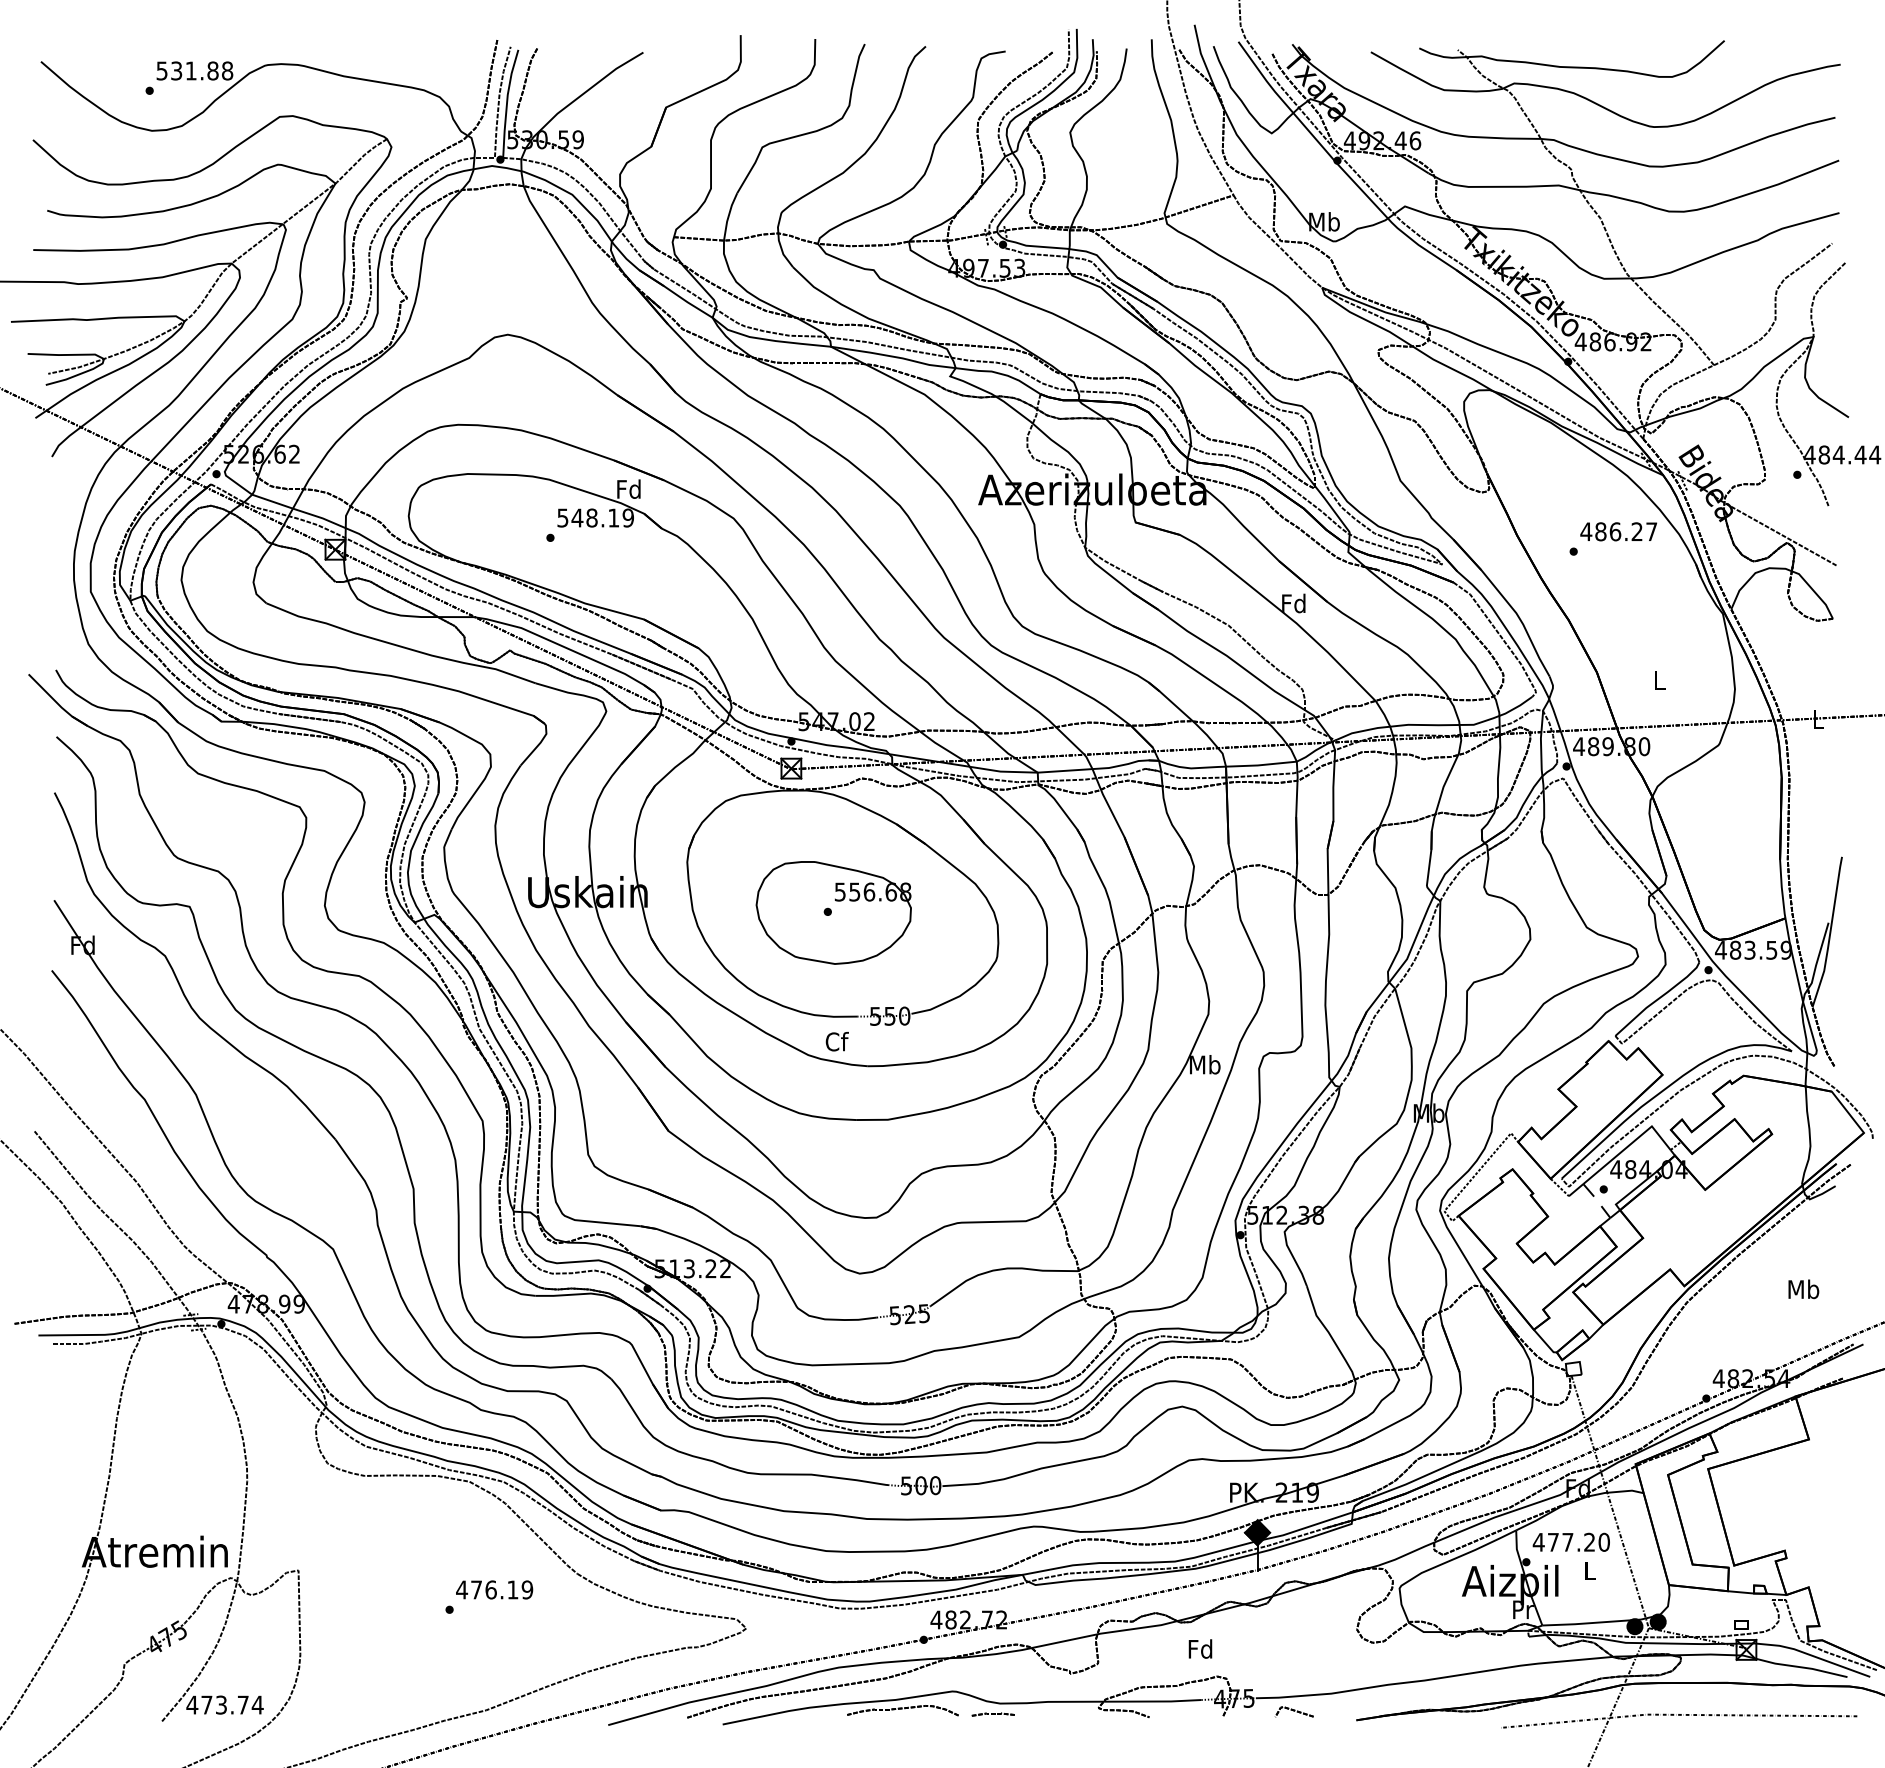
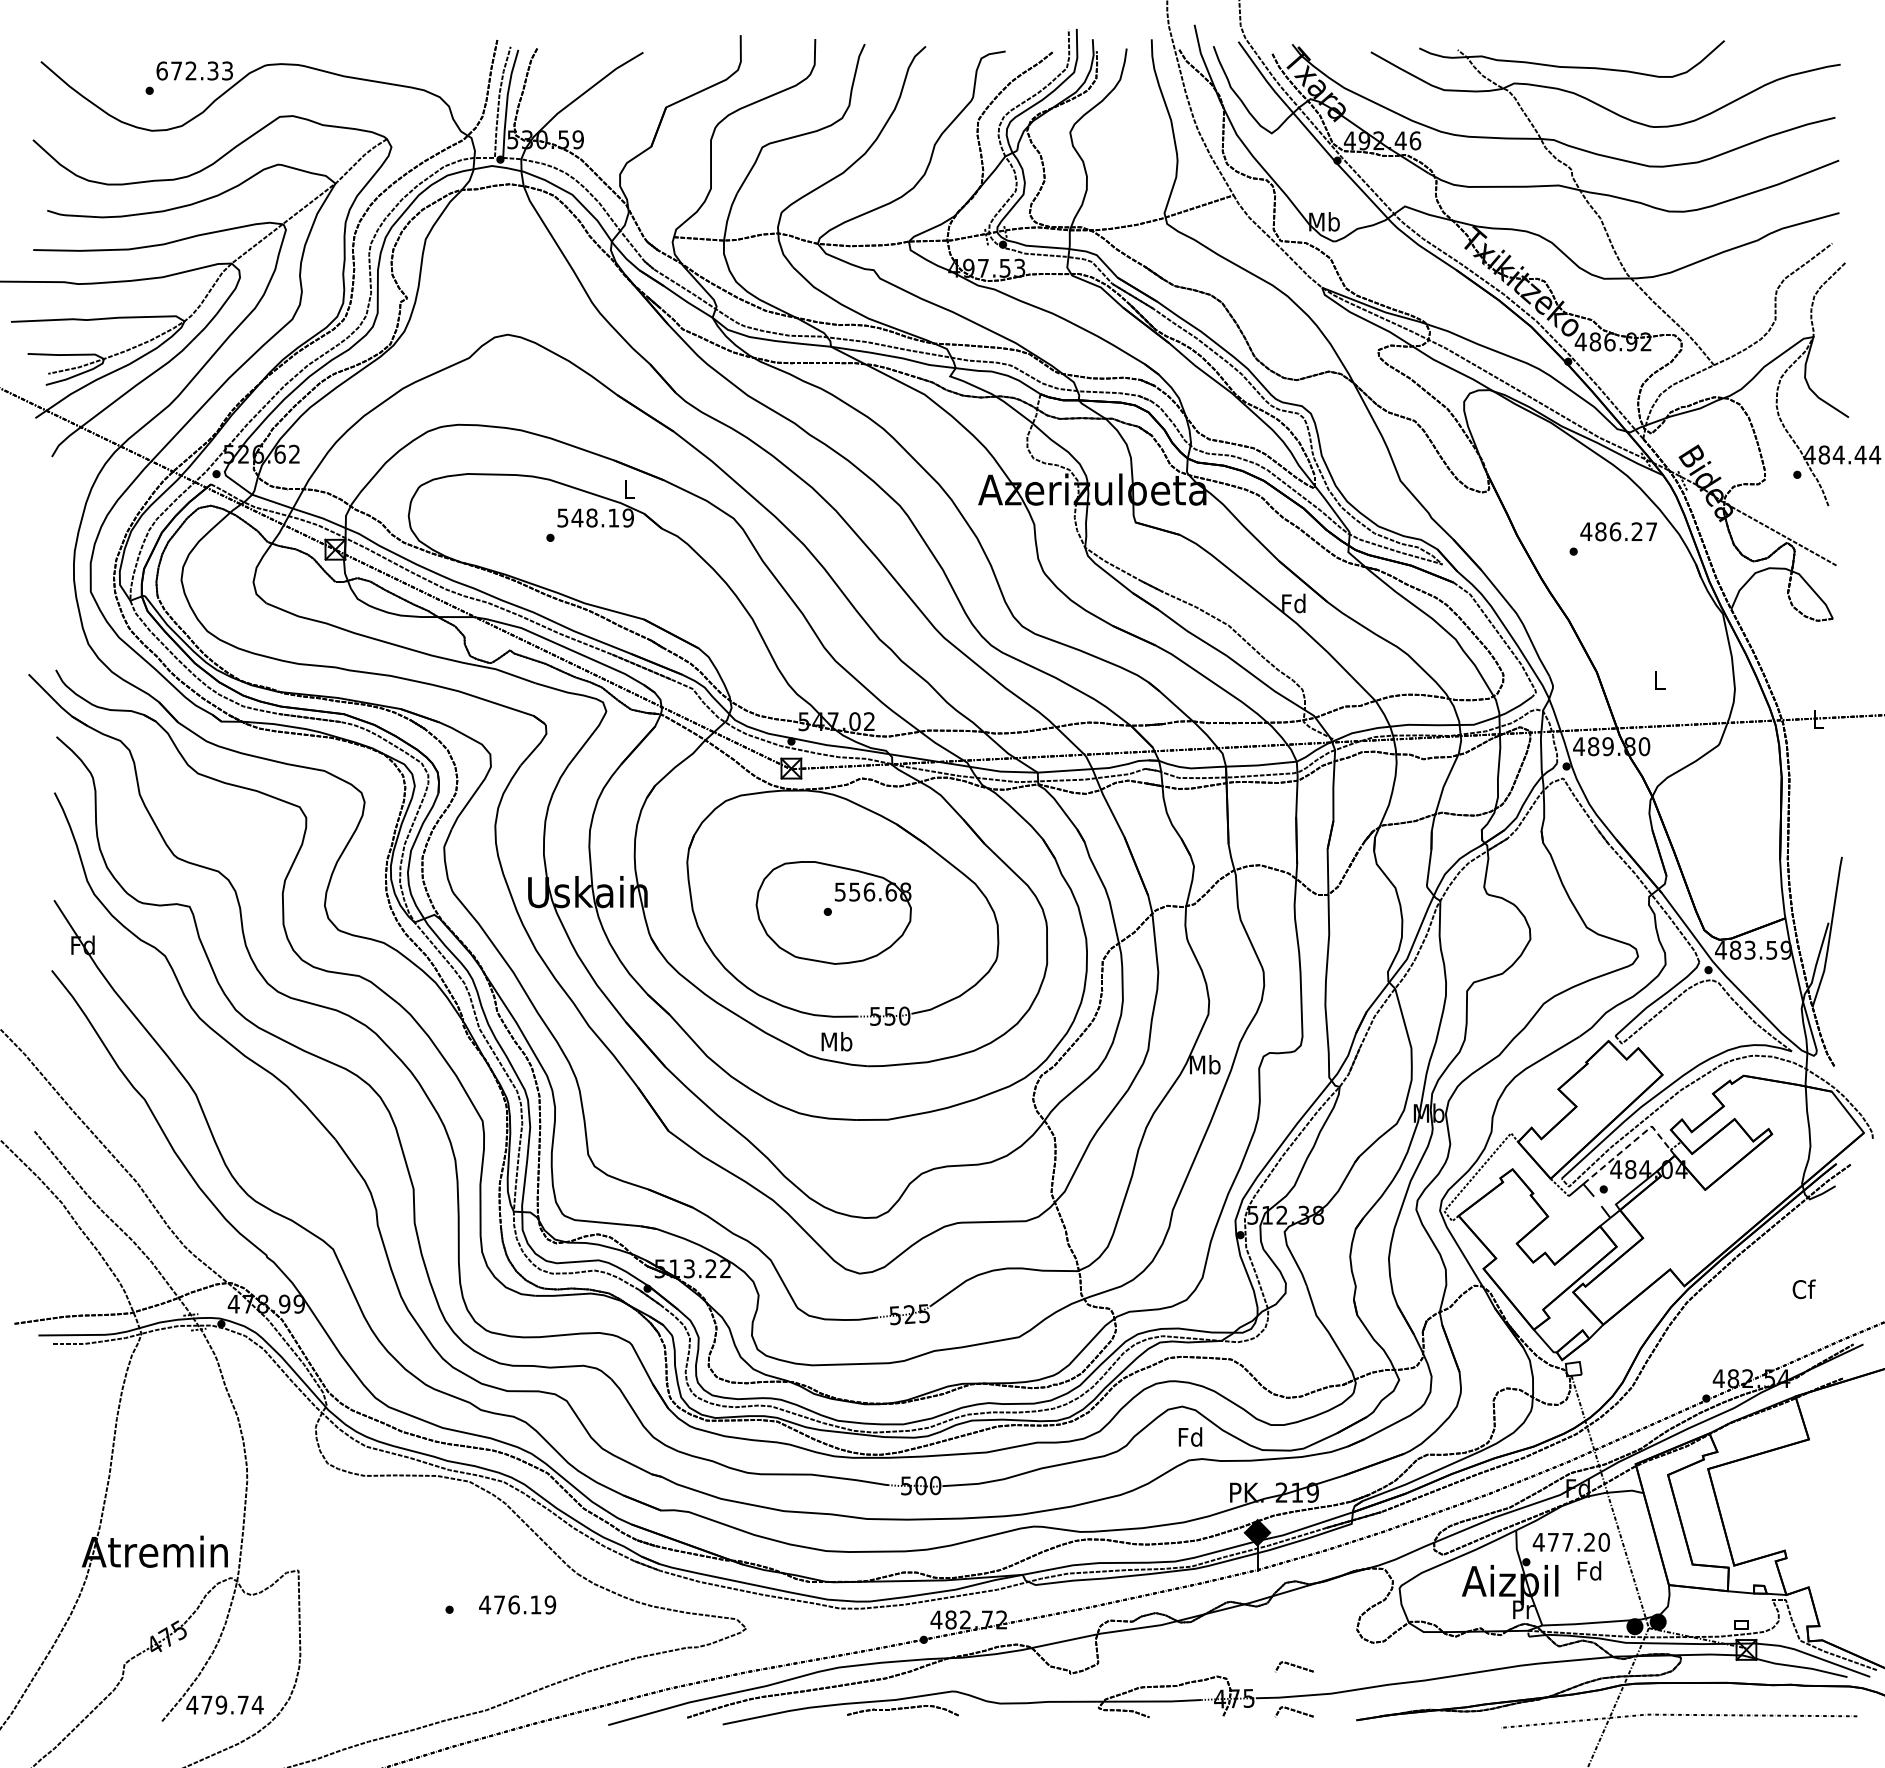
text at (194, 70): 531.88 -> 672.33
text at (628, 488): Fd -> L
text at (836, 1041): Cf -> Mb
line at (1629, 1144): solid -> dashed
text at (1803, 1289): Mb -> Cf
text at (1589, 1570): L -> Fd
text at (494, 1589) position: (494, 1589) -> (517, 1604)
text at (1200, 1648) position: (1200, 1648) -> (1190, 1436)
part at (1293, 1666): none -> present
text at (221, 1704): 473.74 -> 479.74
part at (992, 1714): present -> none
